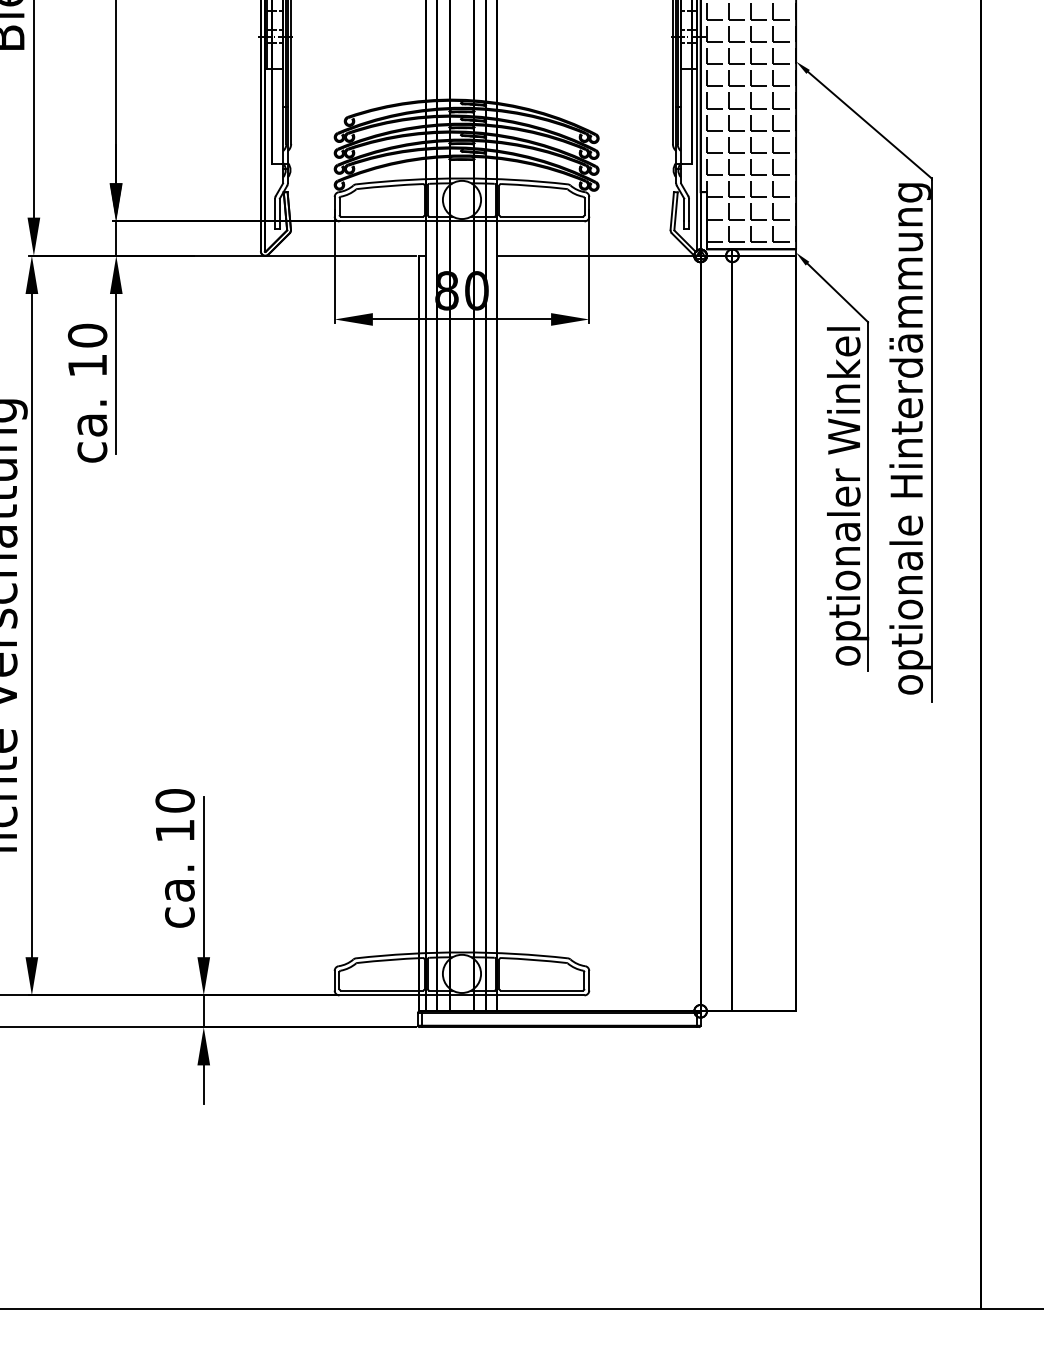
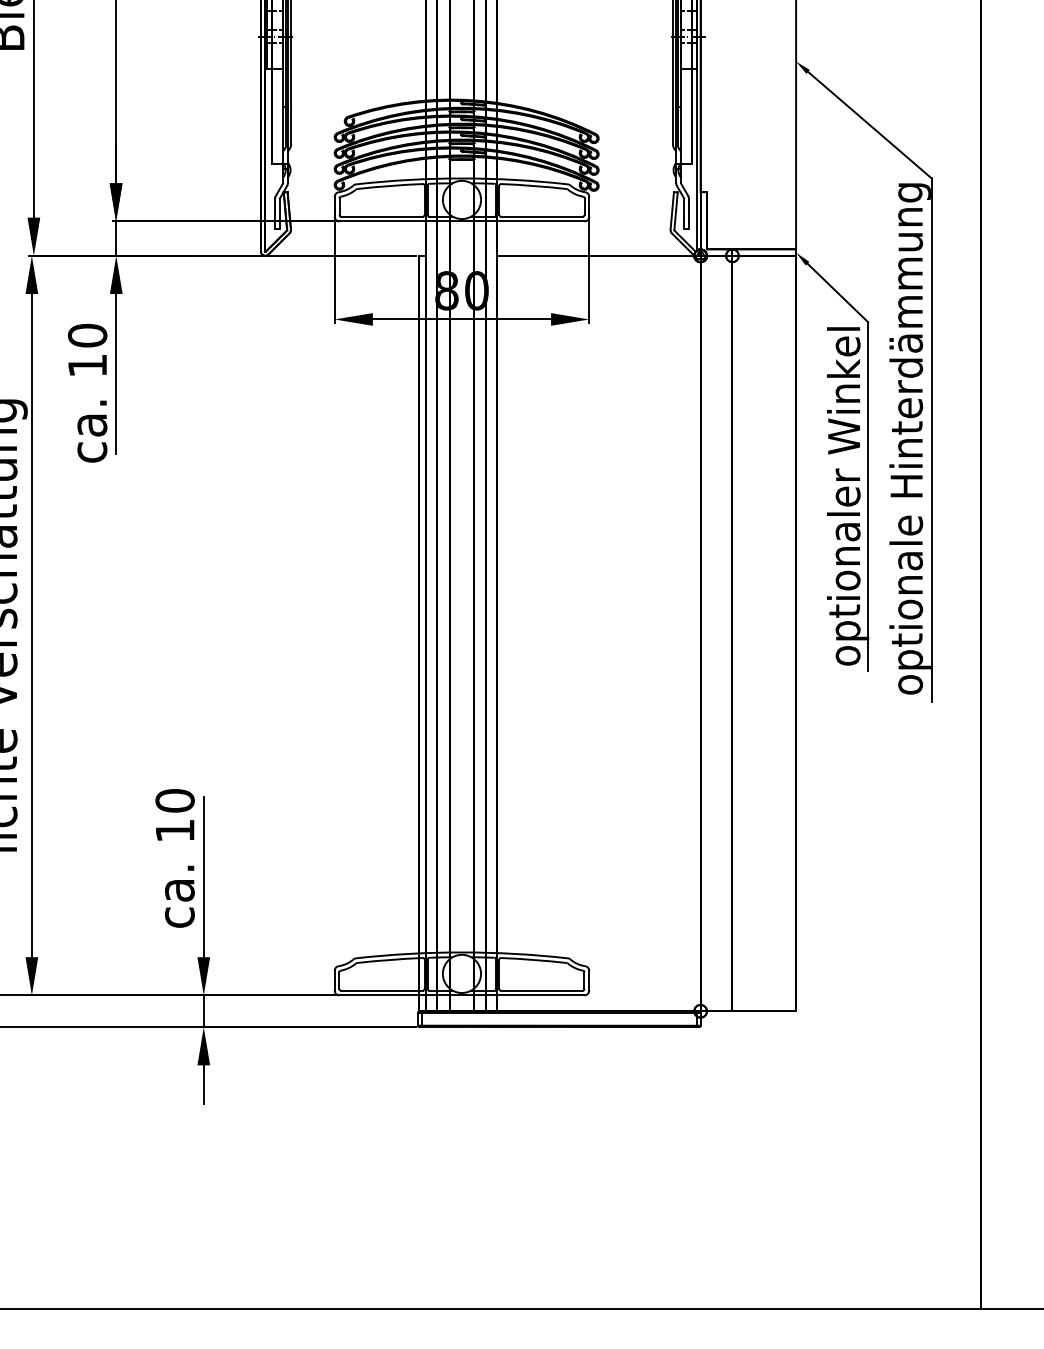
hatch at (748, 126): present -> none
